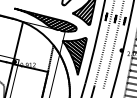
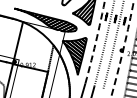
line at (95, 41): solid -> dashed
arc at (123, 48): solid -> dashed
